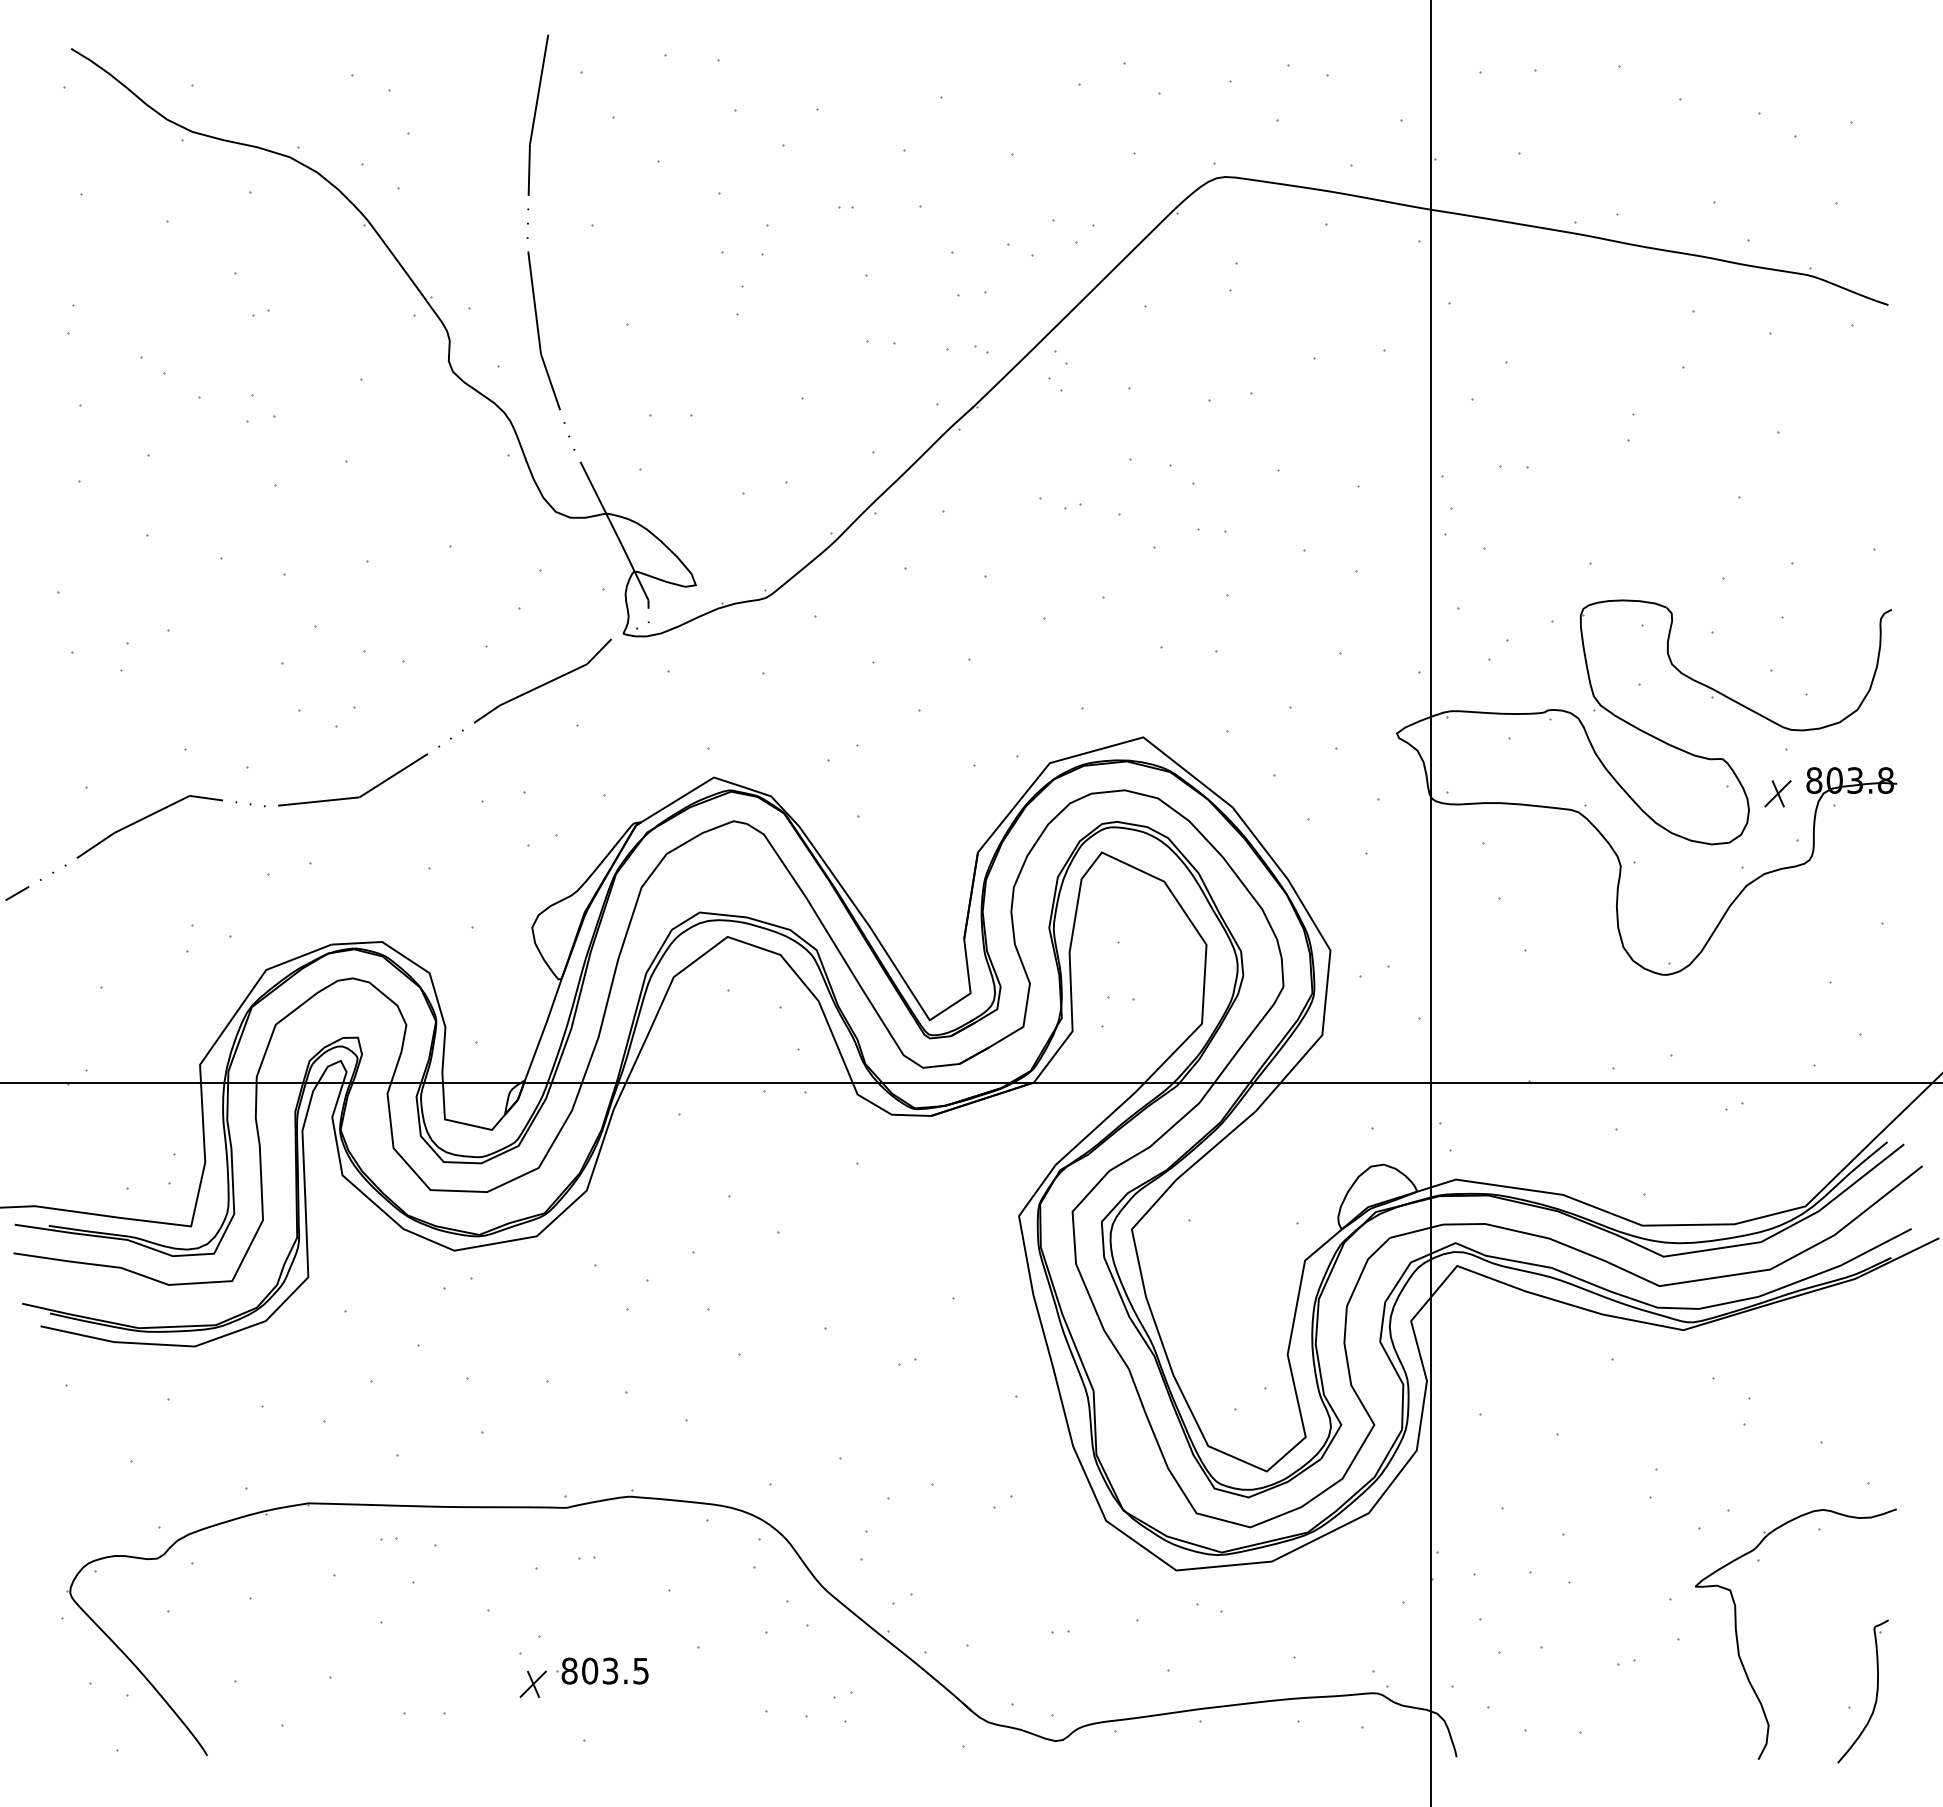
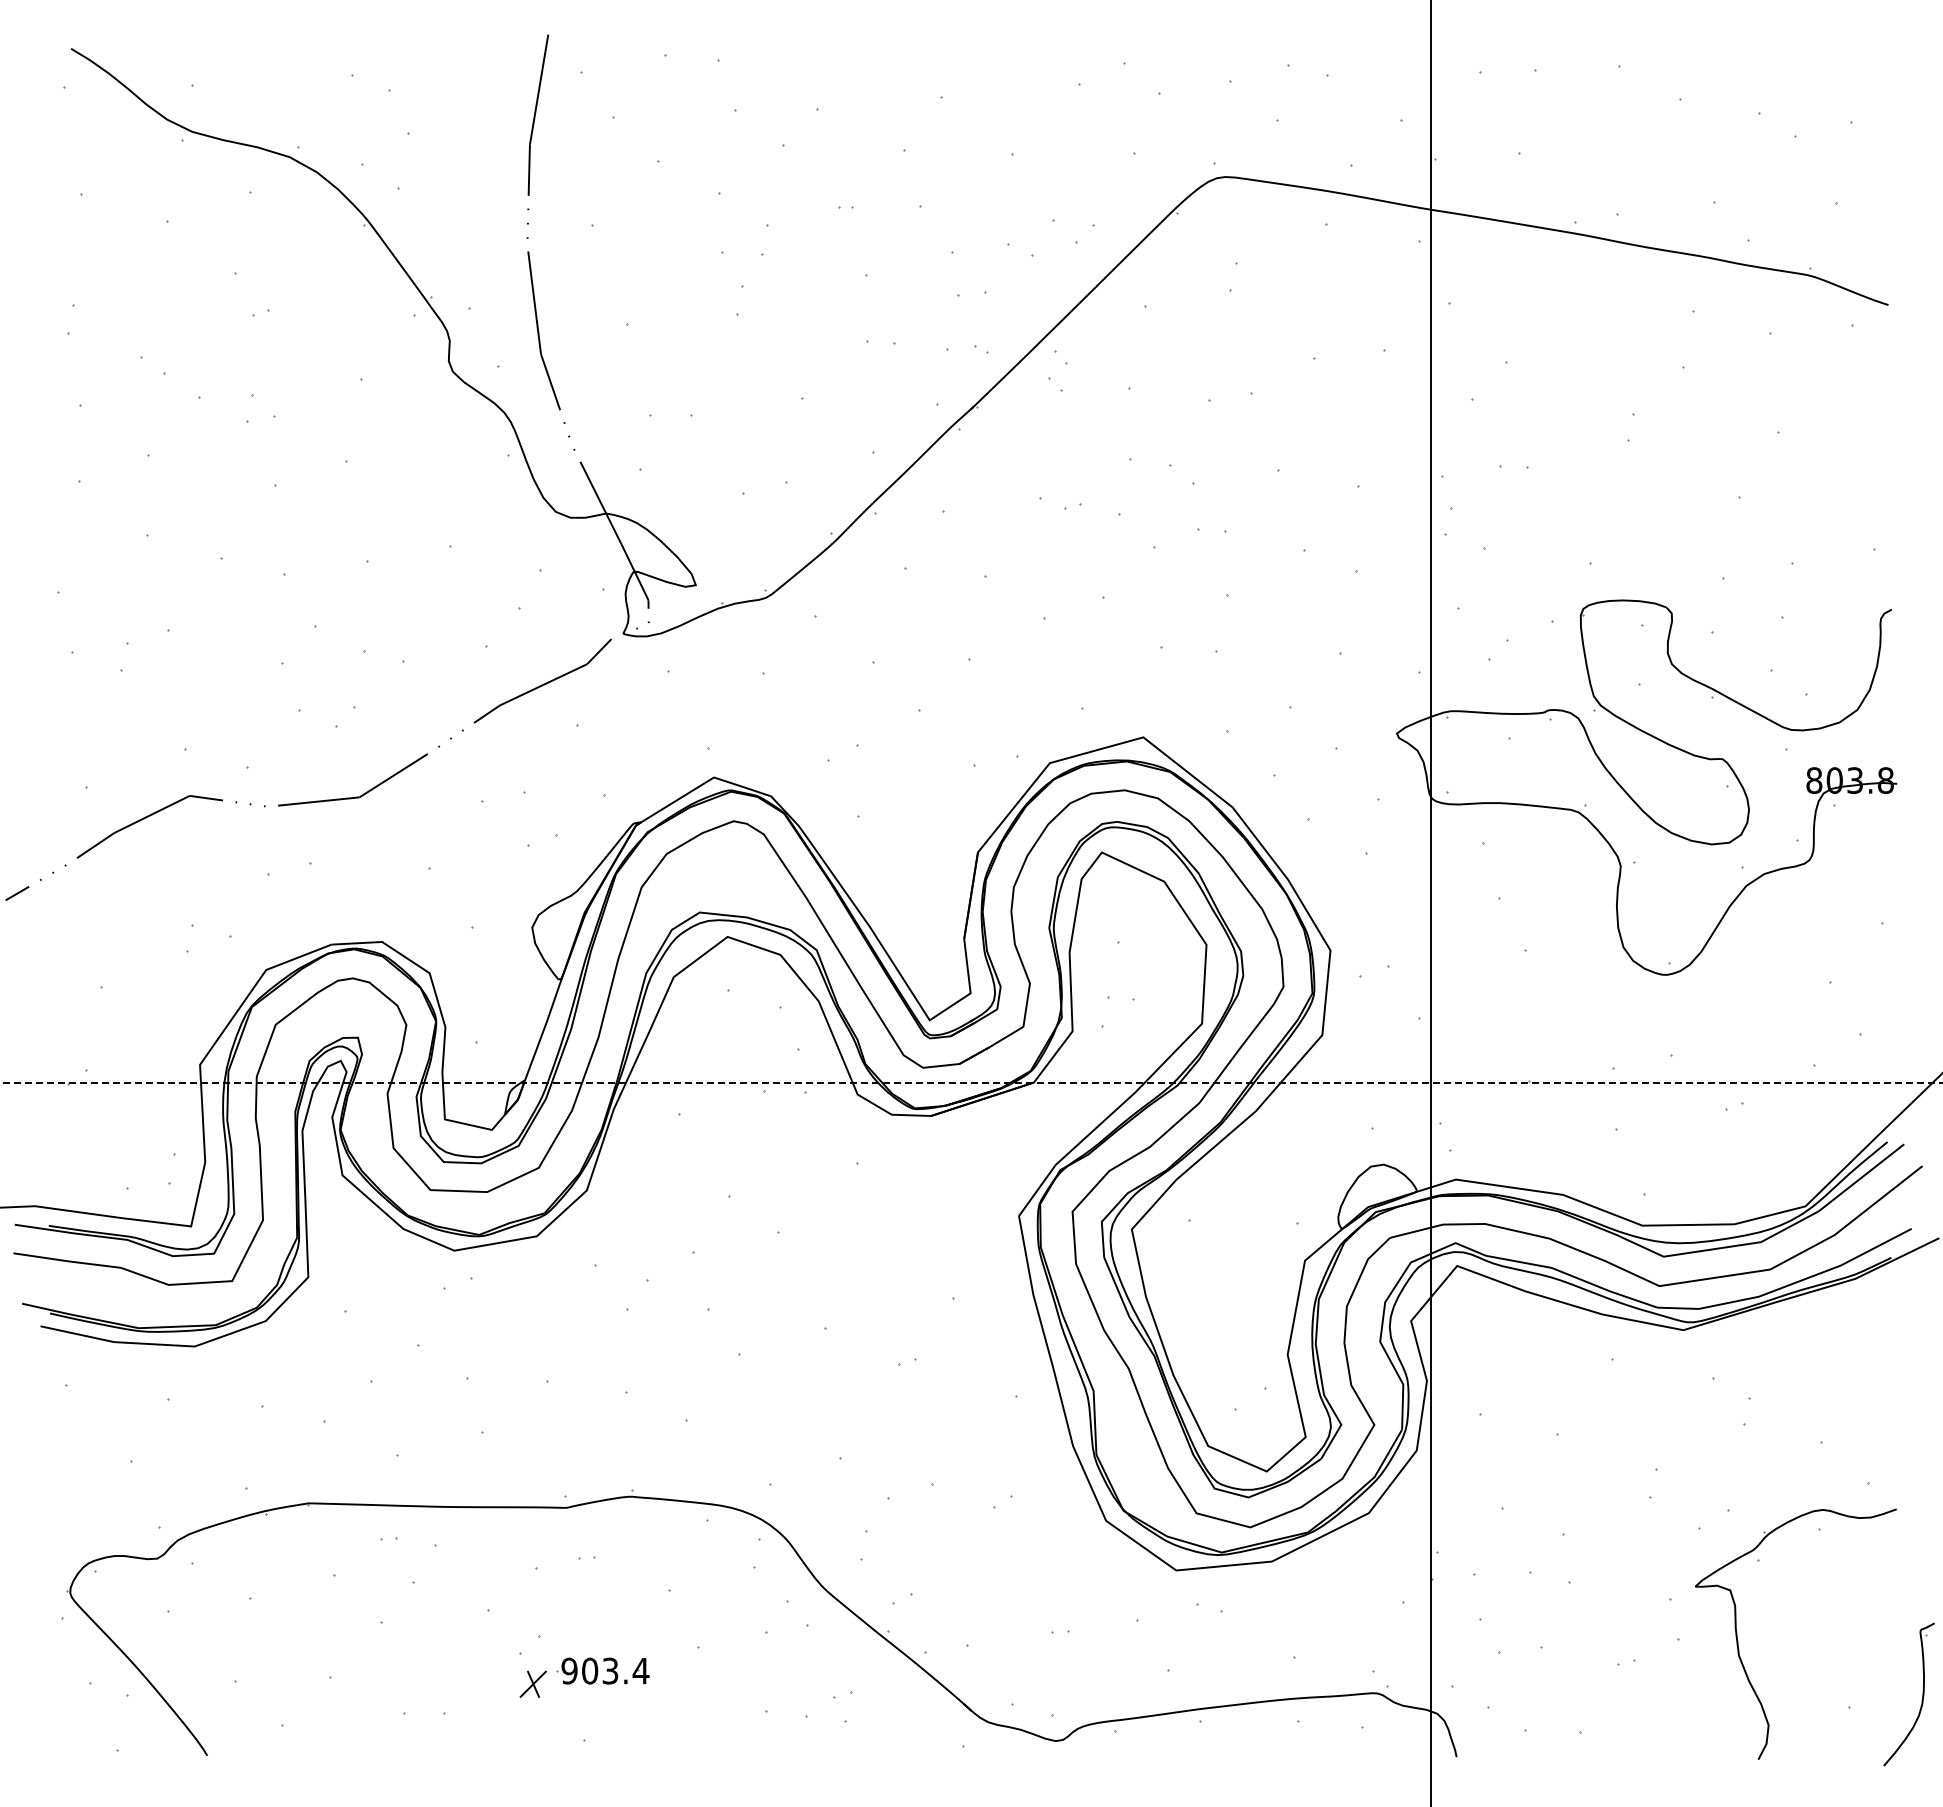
part at (1777, 793): present -> none
line at (970, 1083): solid -> dashed
text at (605, 1670): 803.5 -> 903.4
part at (1876, 1691) position: (1876, 1691) -> (1922, 1694)
